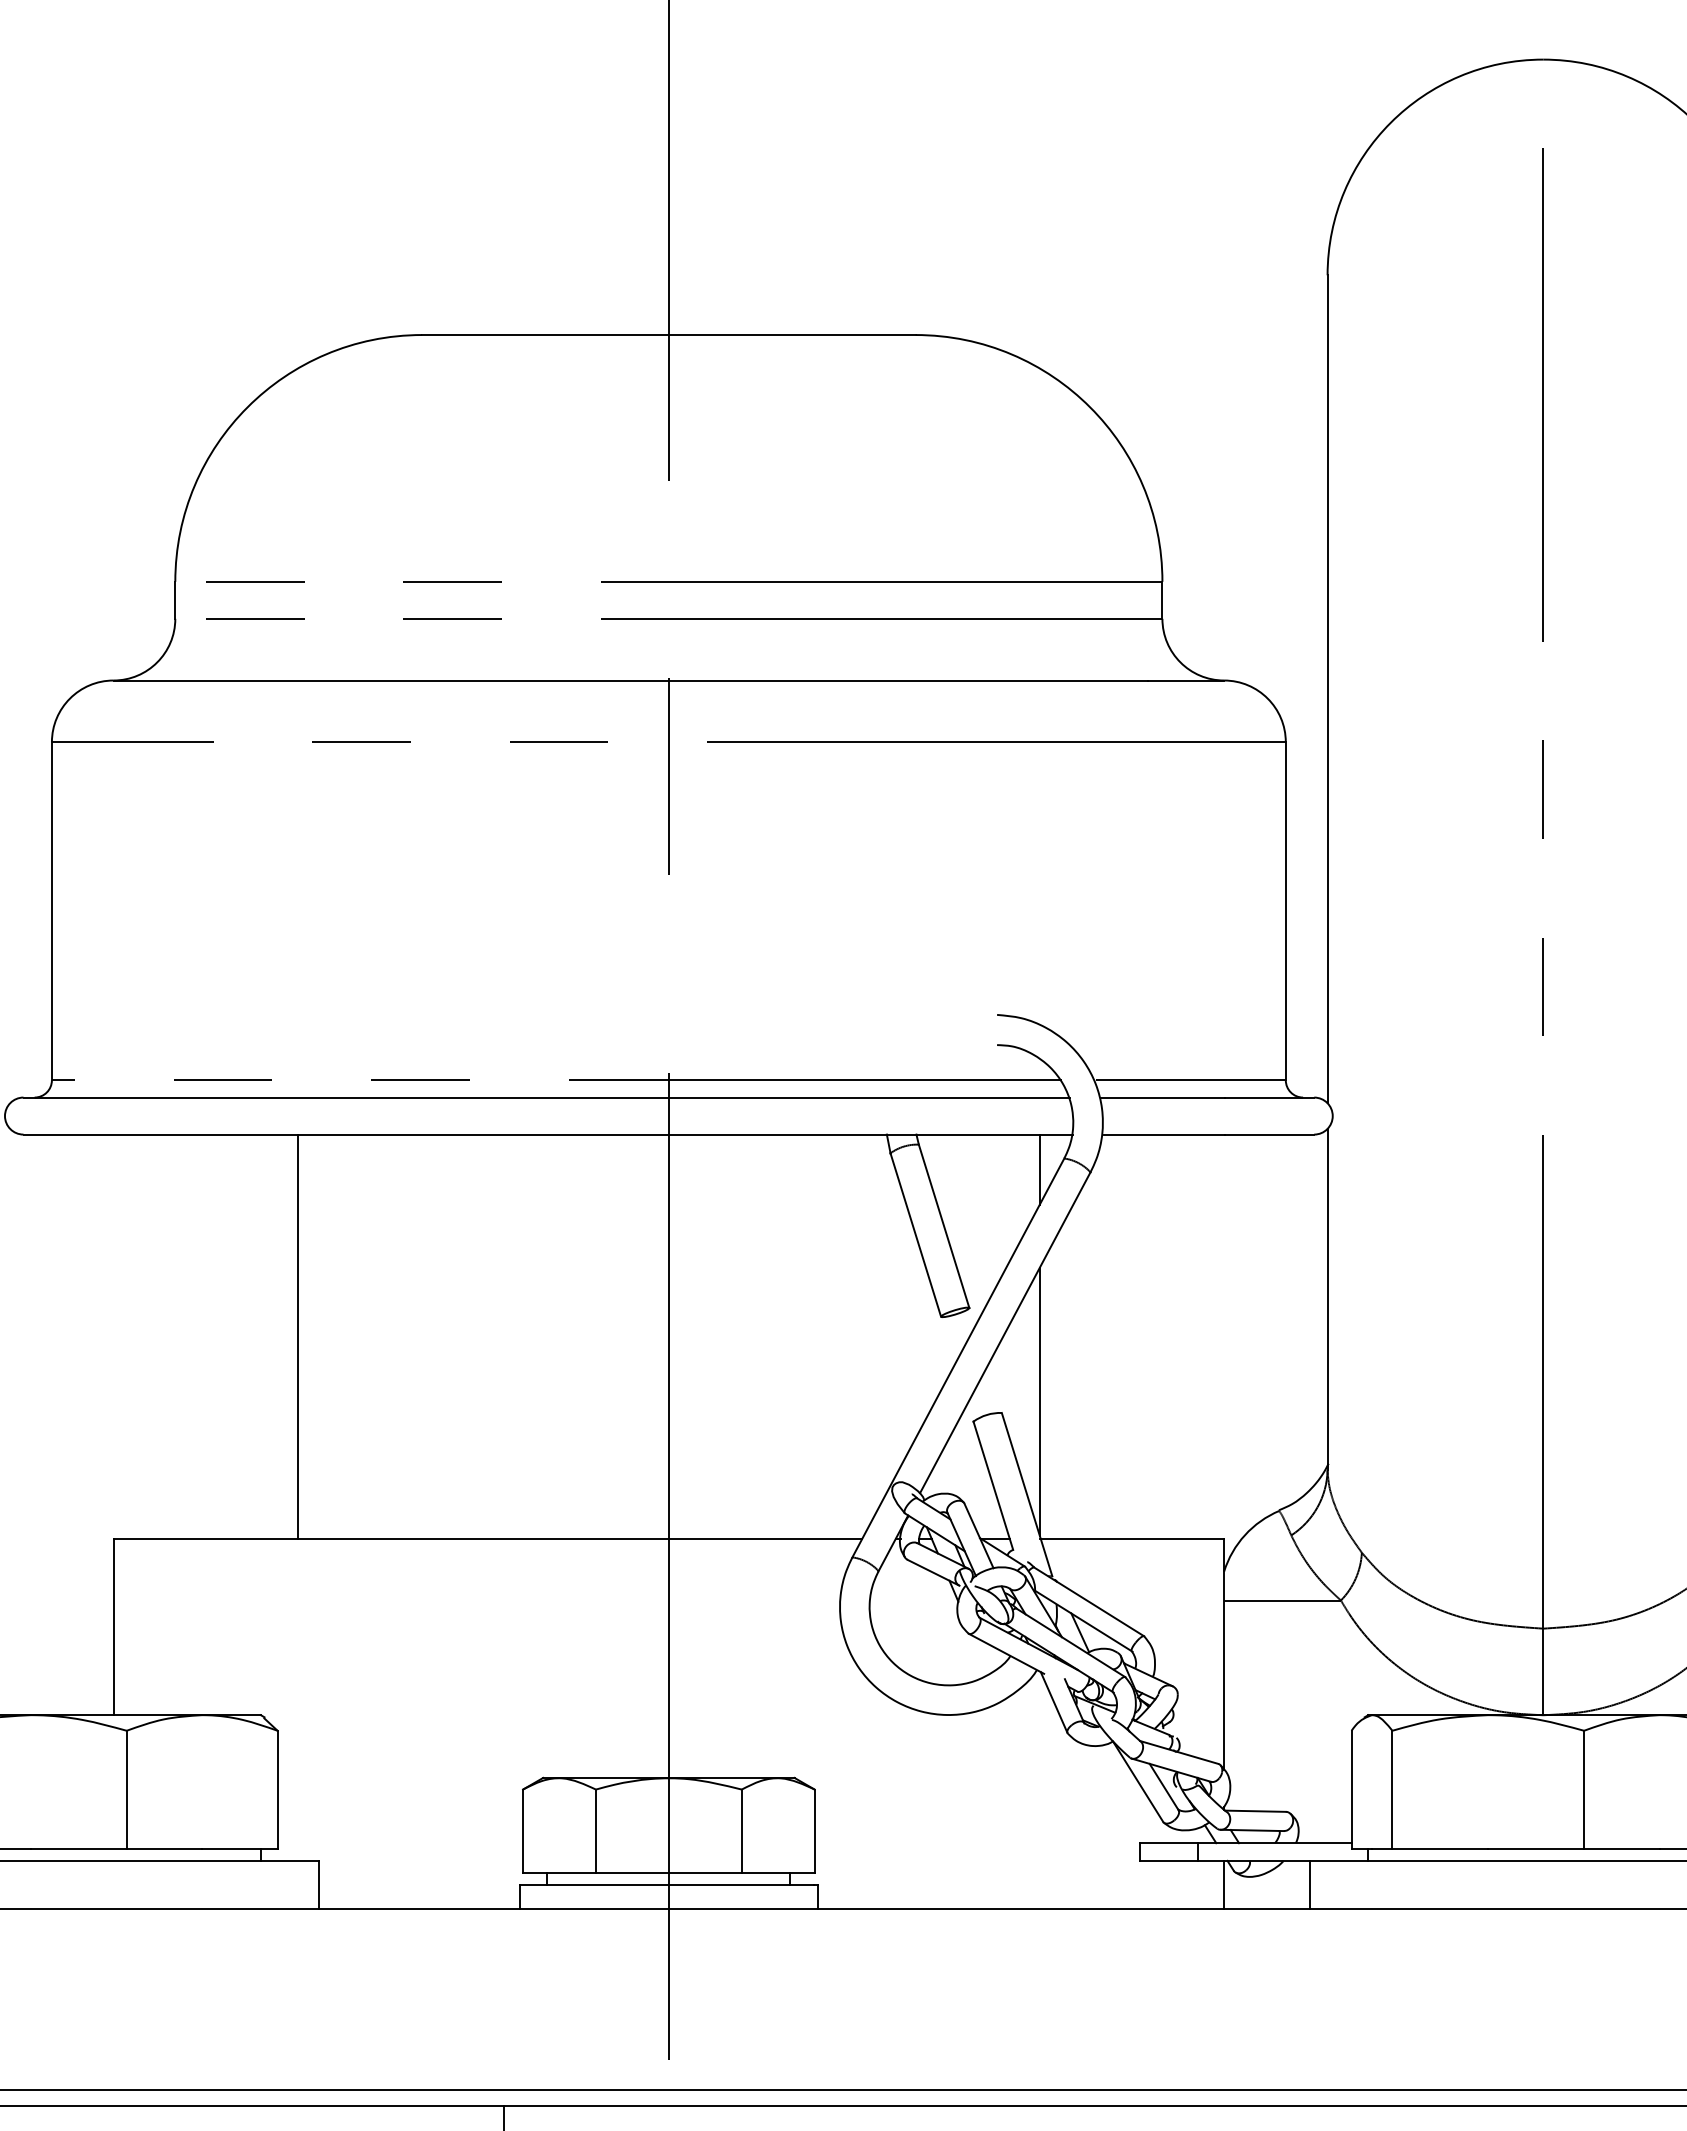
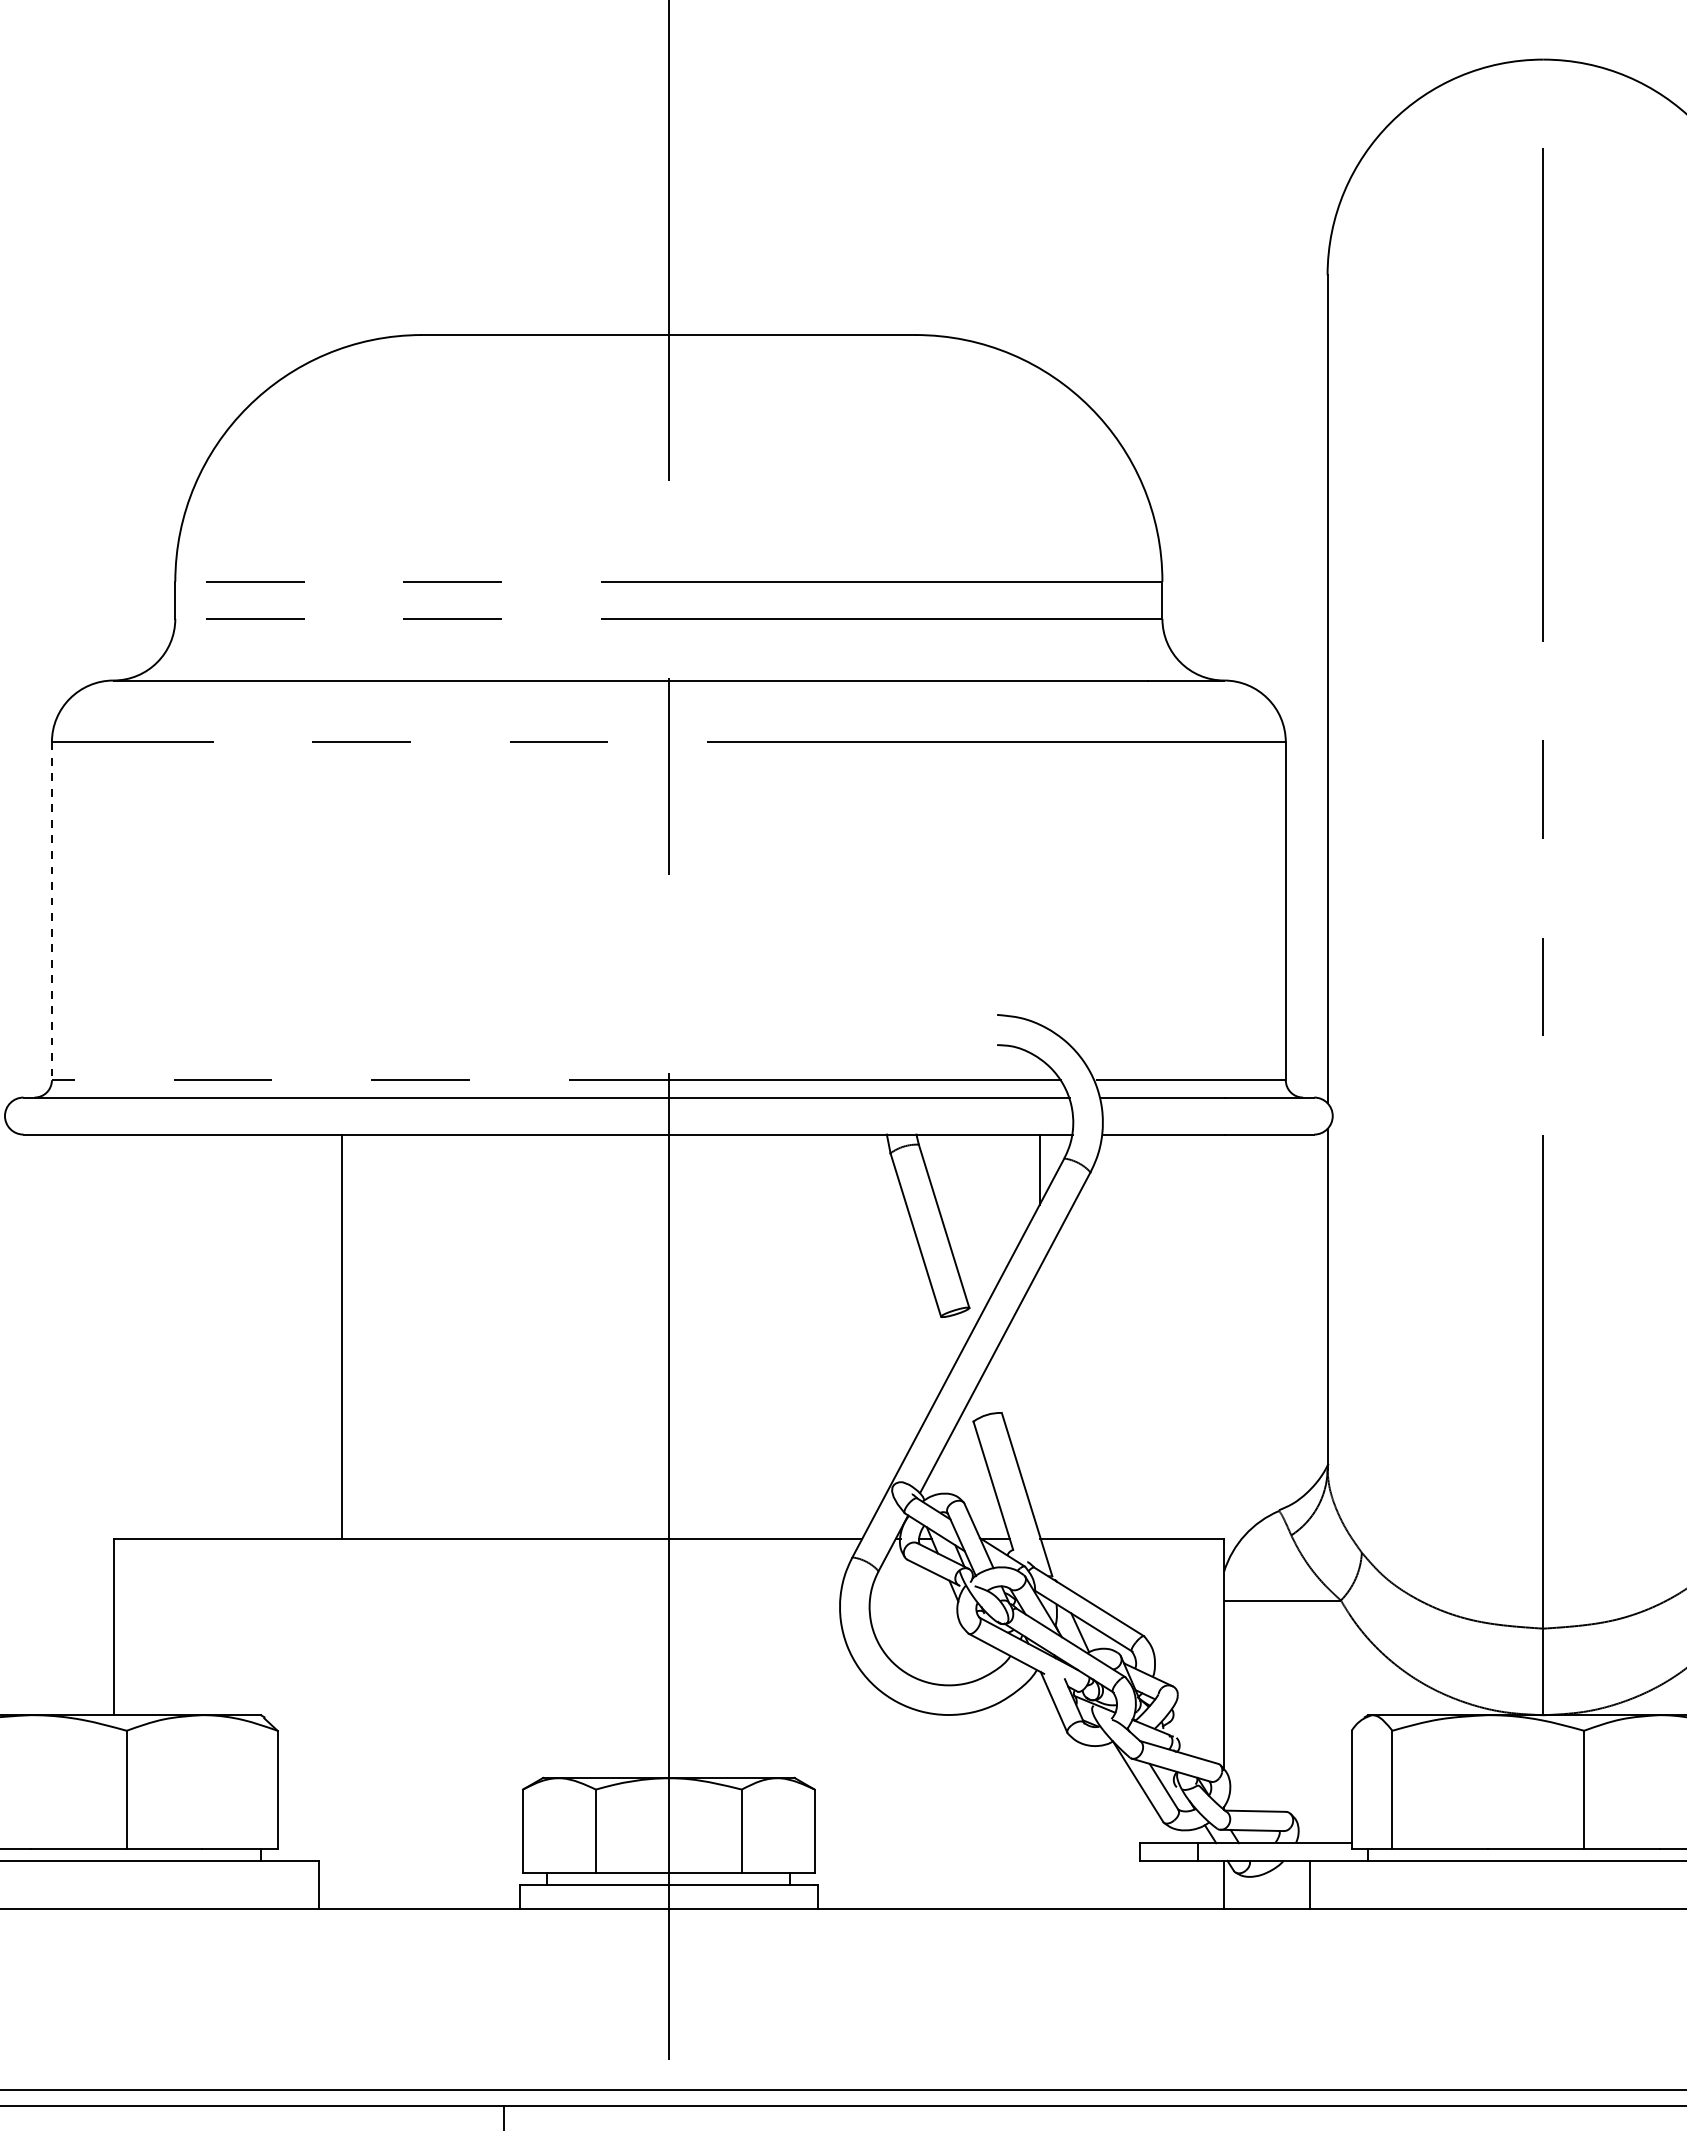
line at (51, 911): solid -> dashed
line at (297, 1336) position: (297, 1336) -> (341, 1336)
line at (1039, 1401): present -> none
